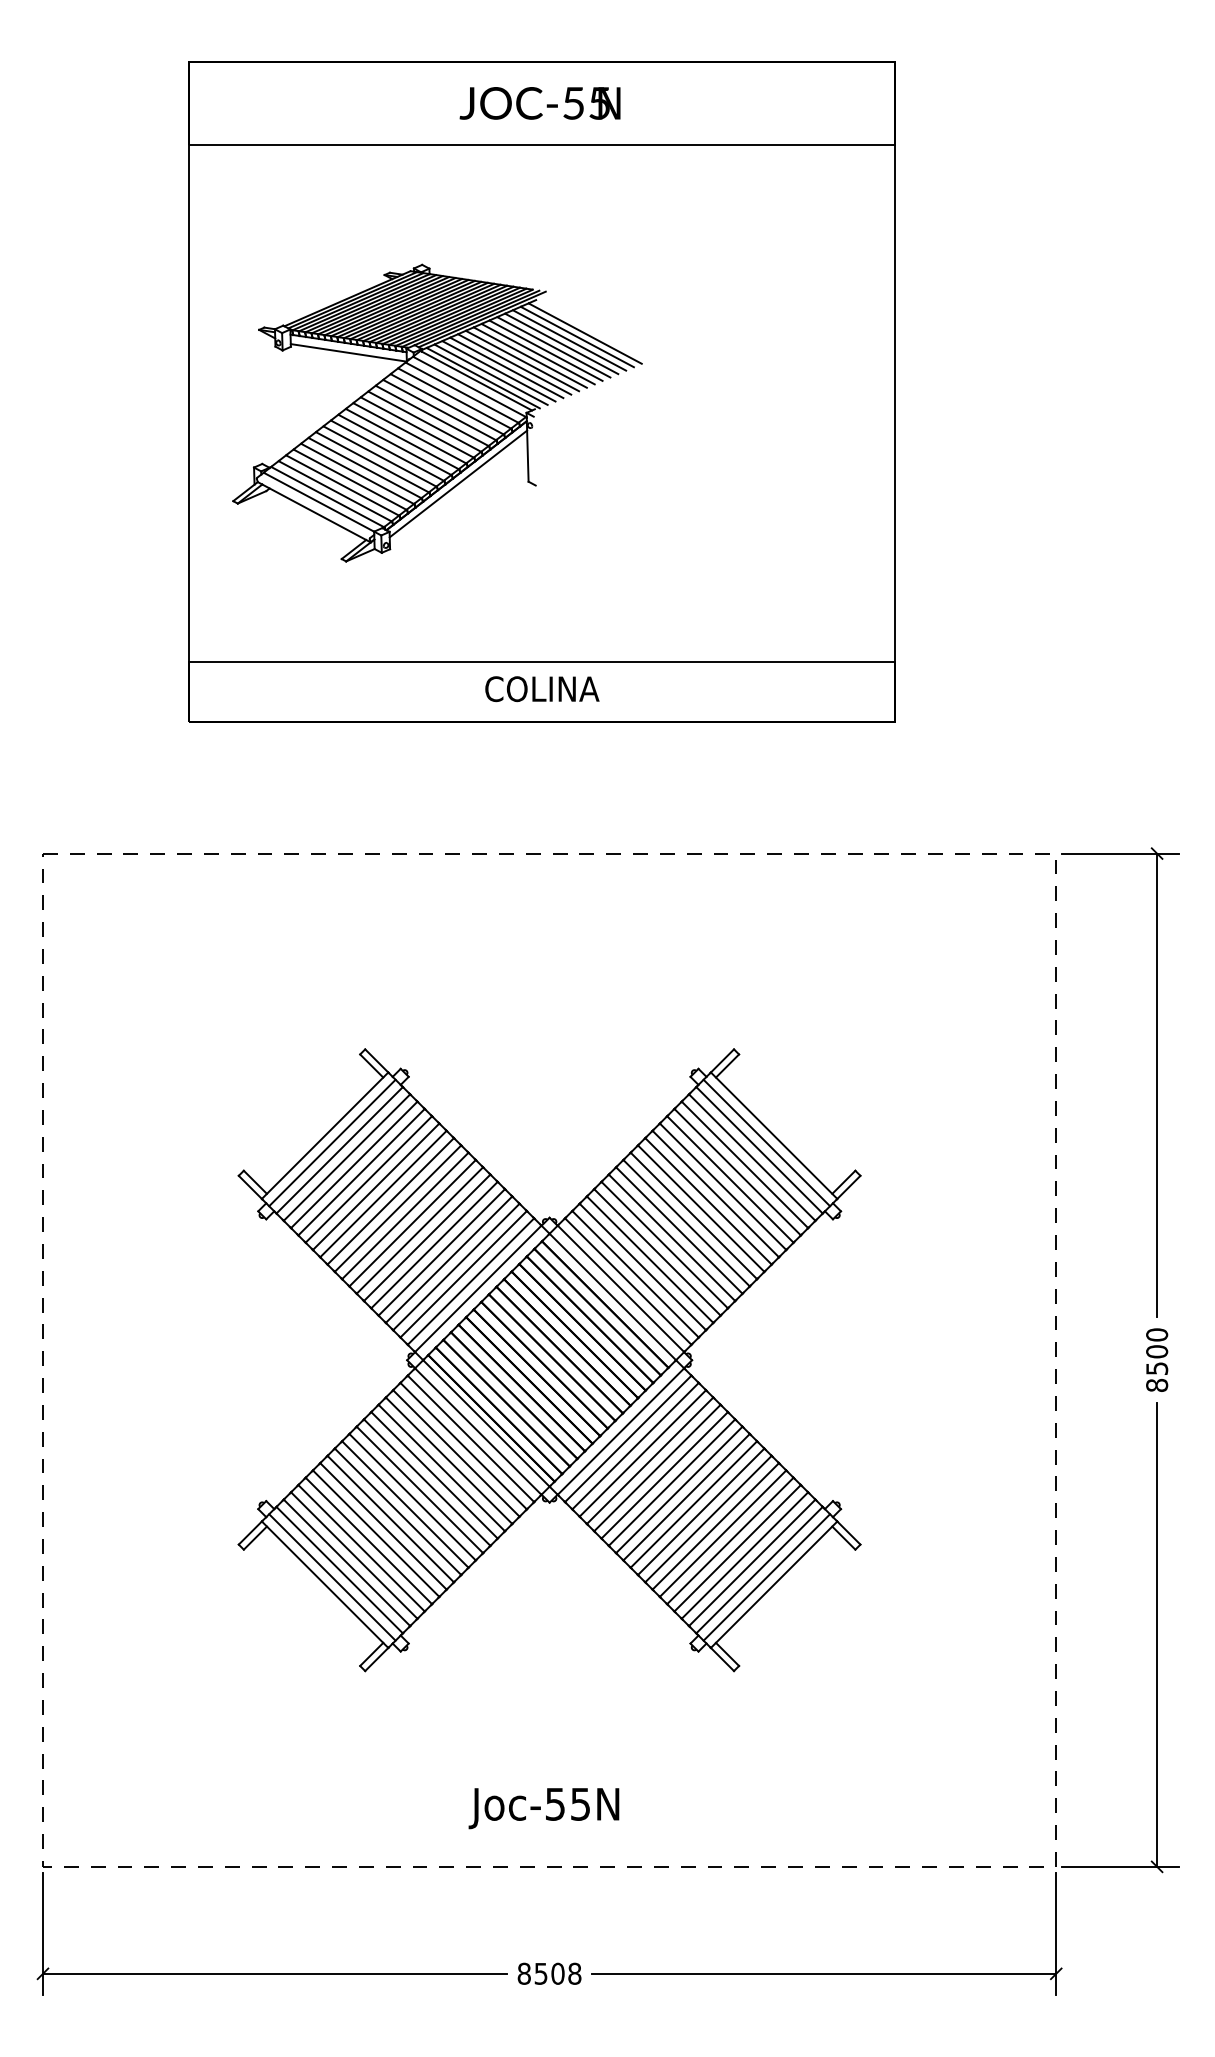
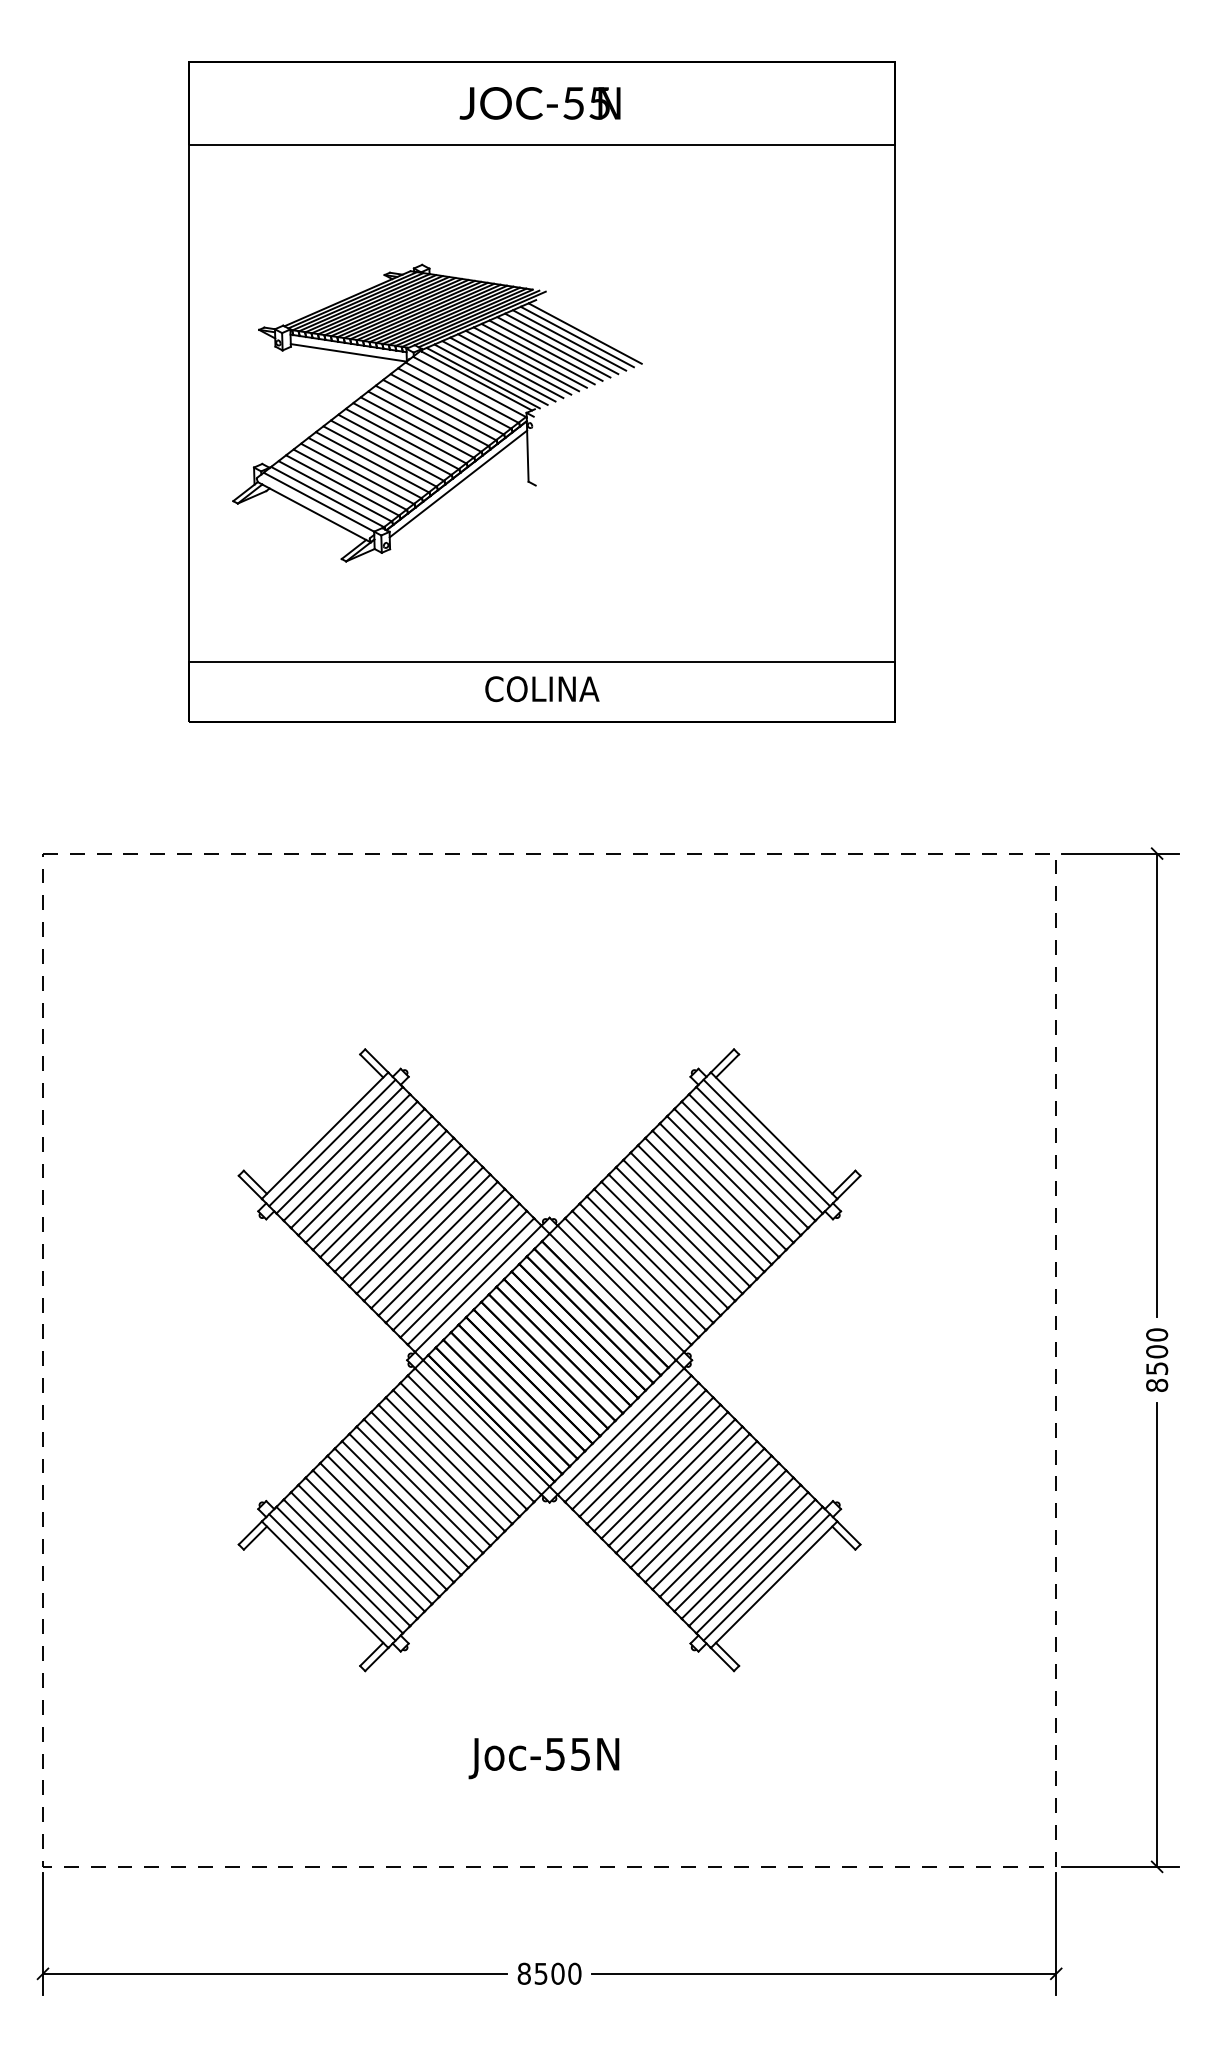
text at (543, 1808) position: (543, 1808) -> (543, 1758)
text at (574, 1973): 8508 -> 8500
